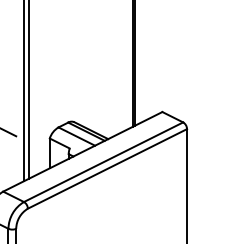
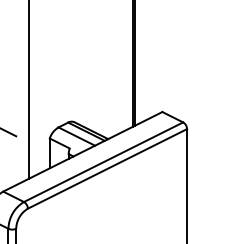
line at (23, 91): present -> none
